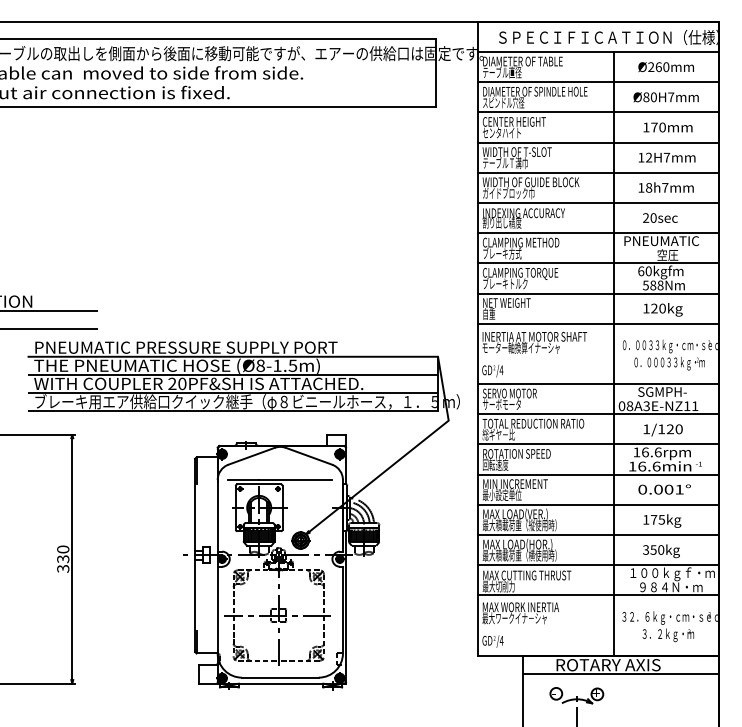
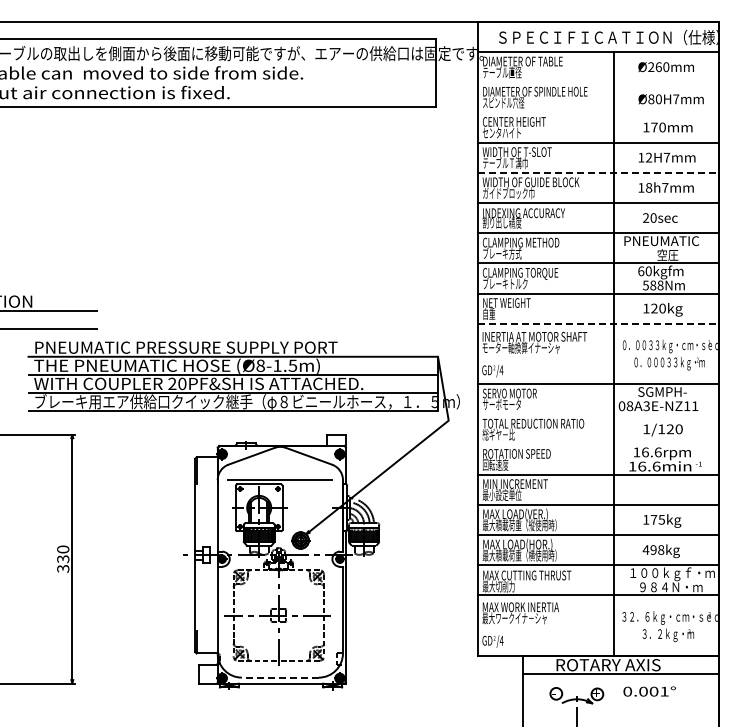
line at (598, 82): present -> none
text at (665, 97) position: (665, 97) -> (670, 99)
line at (598, 112): present -> none
line at (598, 172): solid -> dashed
line at (598, 323): solid -> dashed
line at (598, 414): present -> none
line at (598, 444): present -> none
text at (664, 489) position: (664, 489) -> (649, 691)
text at (653, 549): 350kg -> 498kg
line at (279, 677): solid -> dashed
